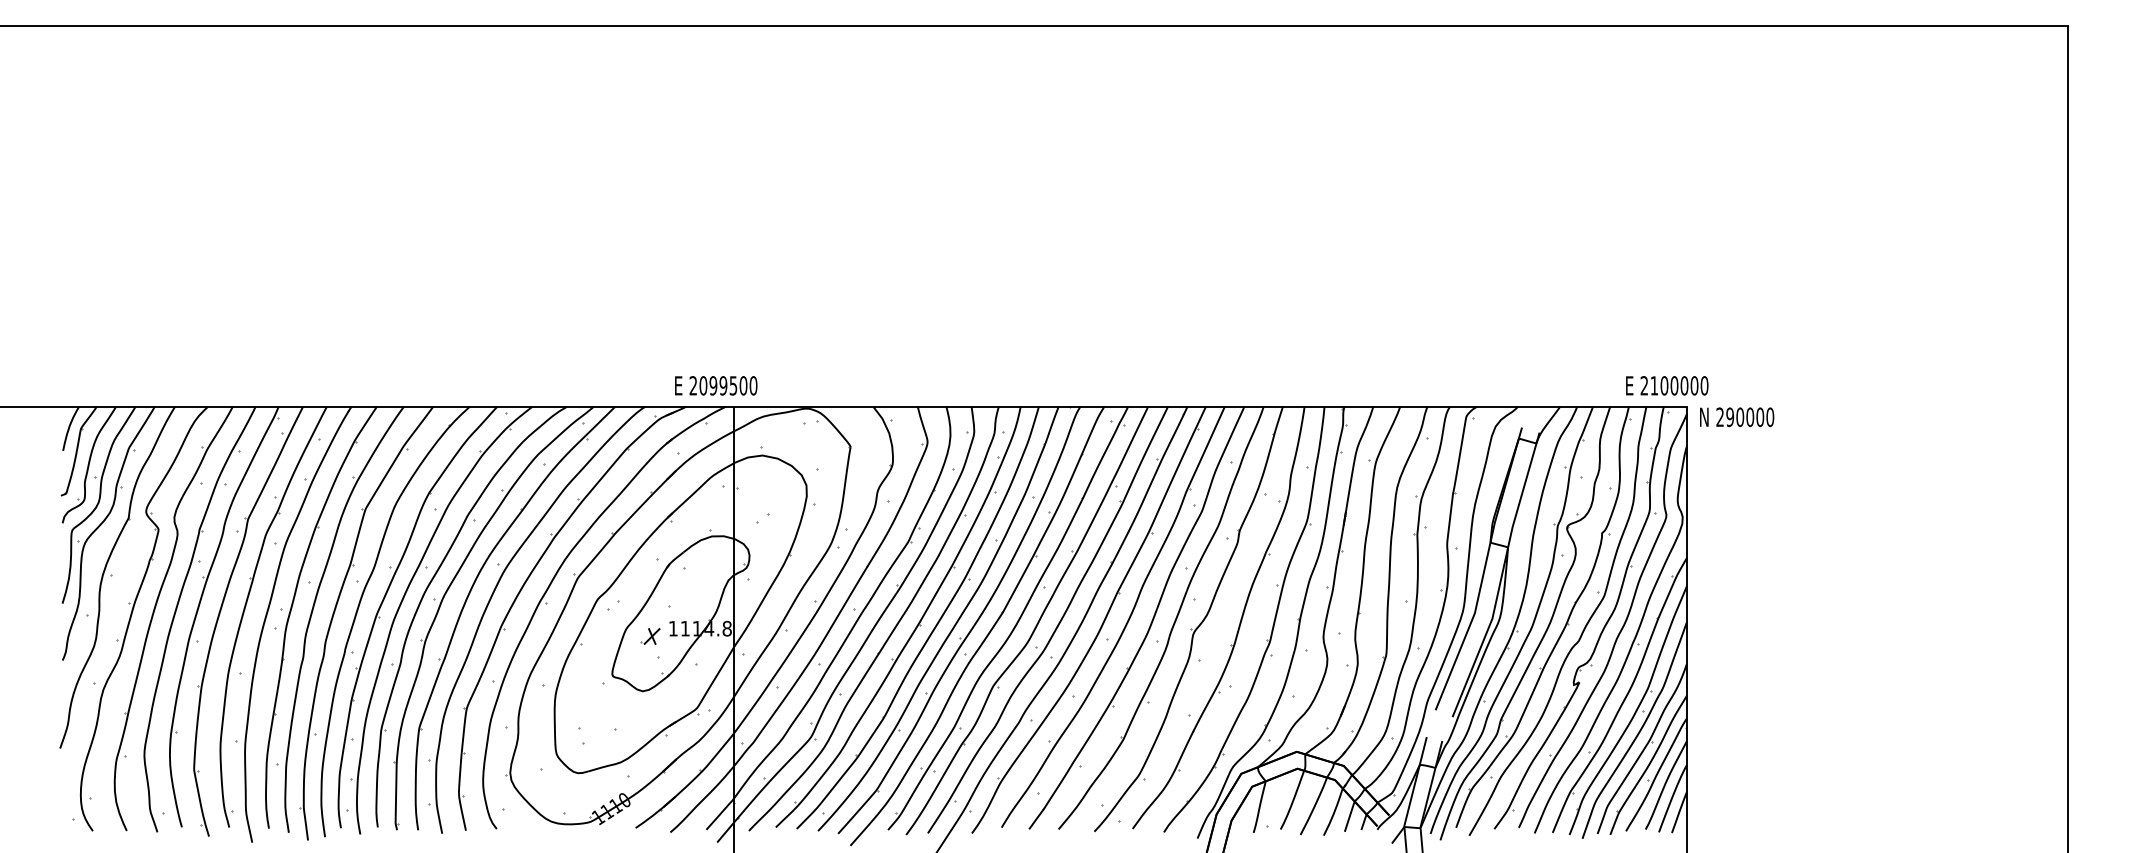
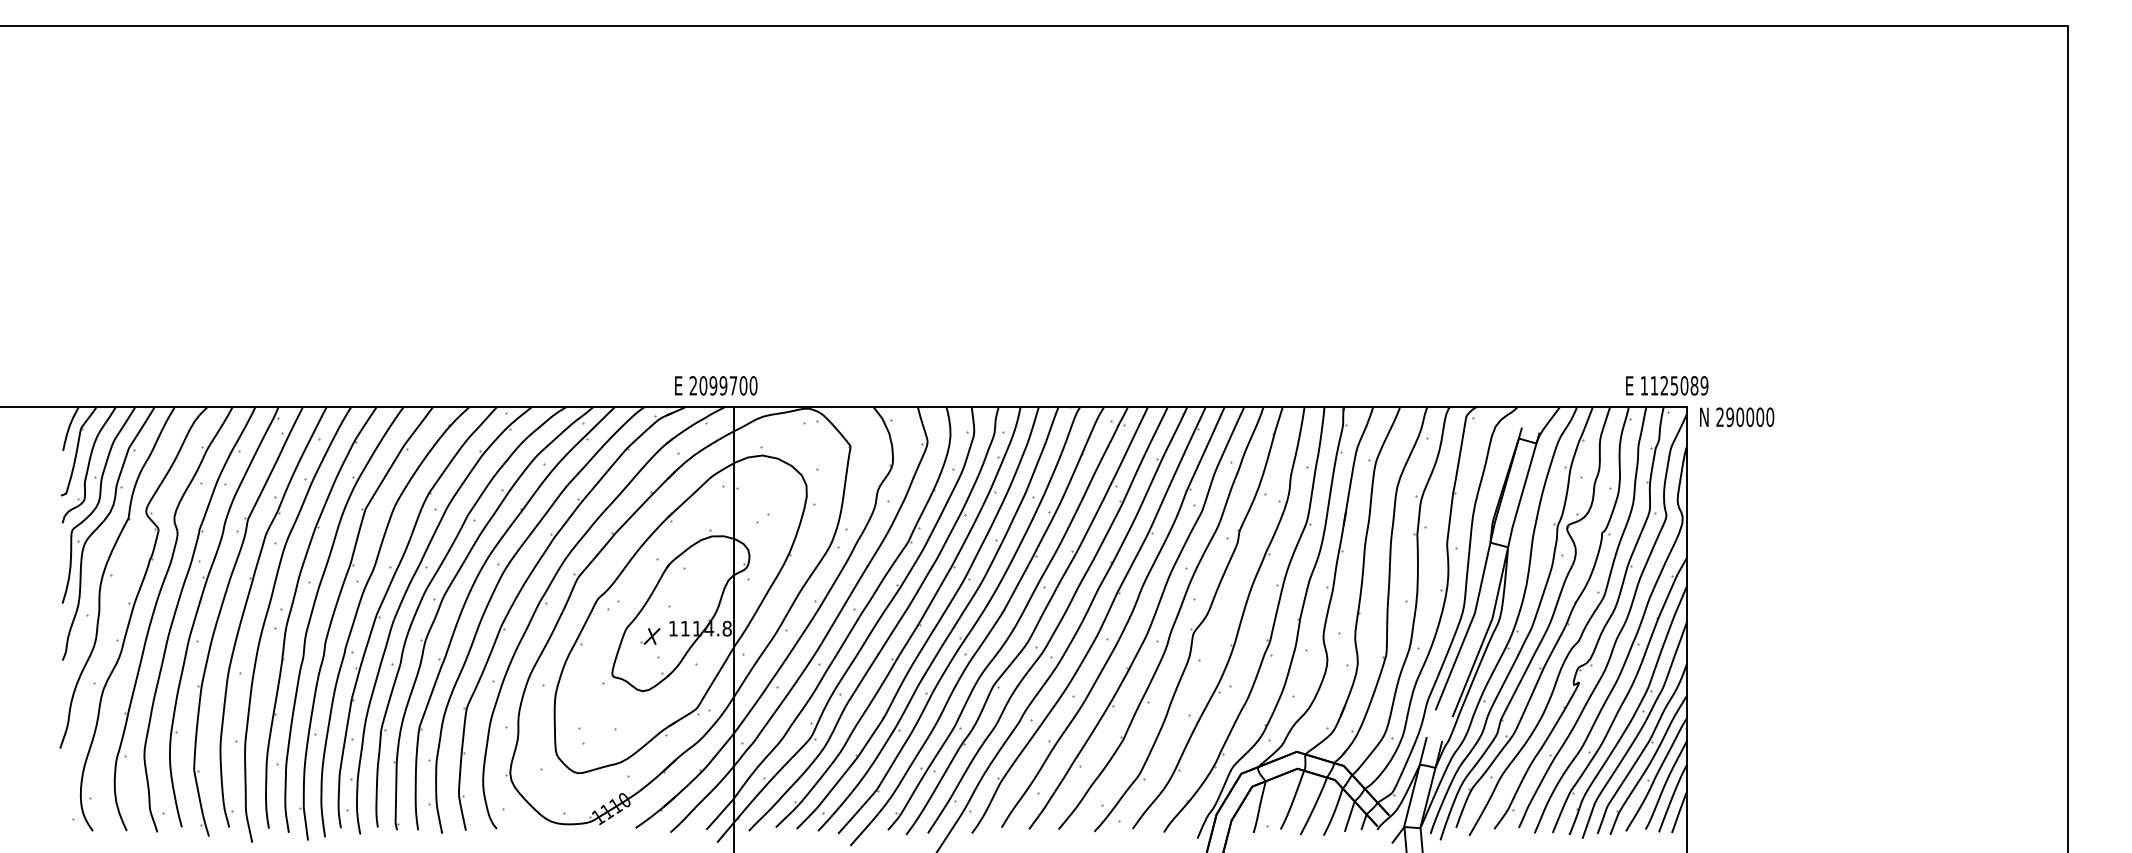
text at (733, 385): 2099500 -> 2099700
text at (1674, 385): 2100000 -> 1125089
